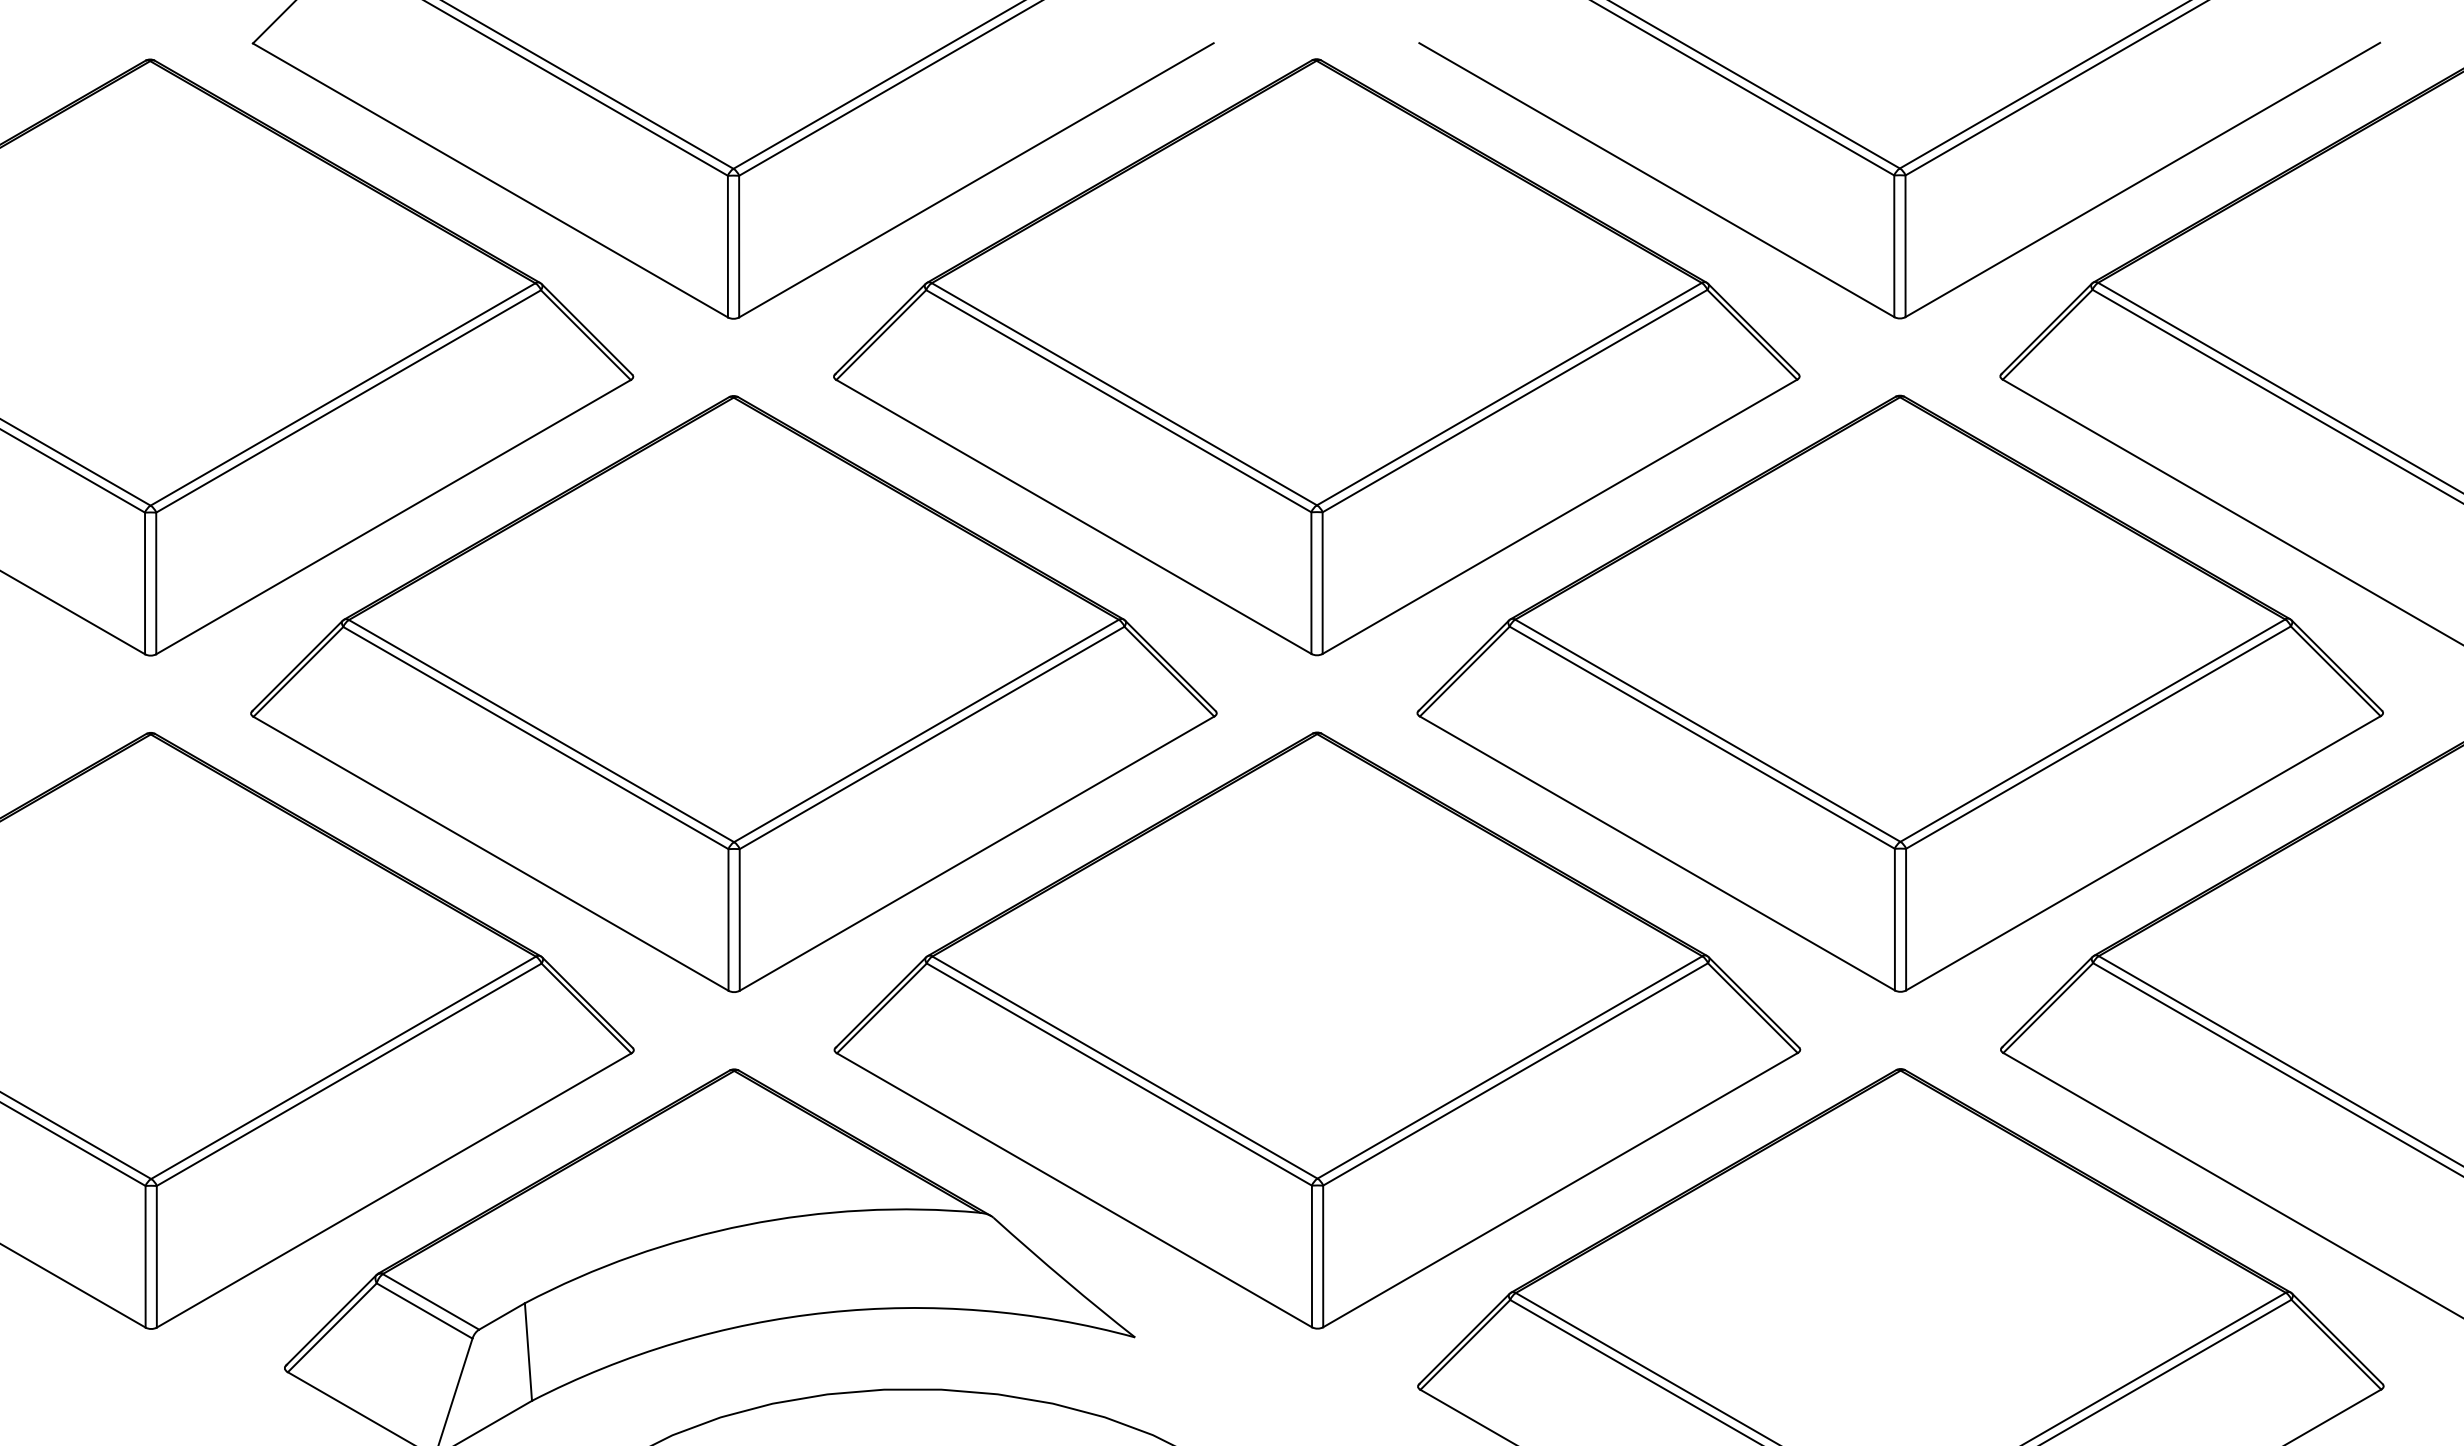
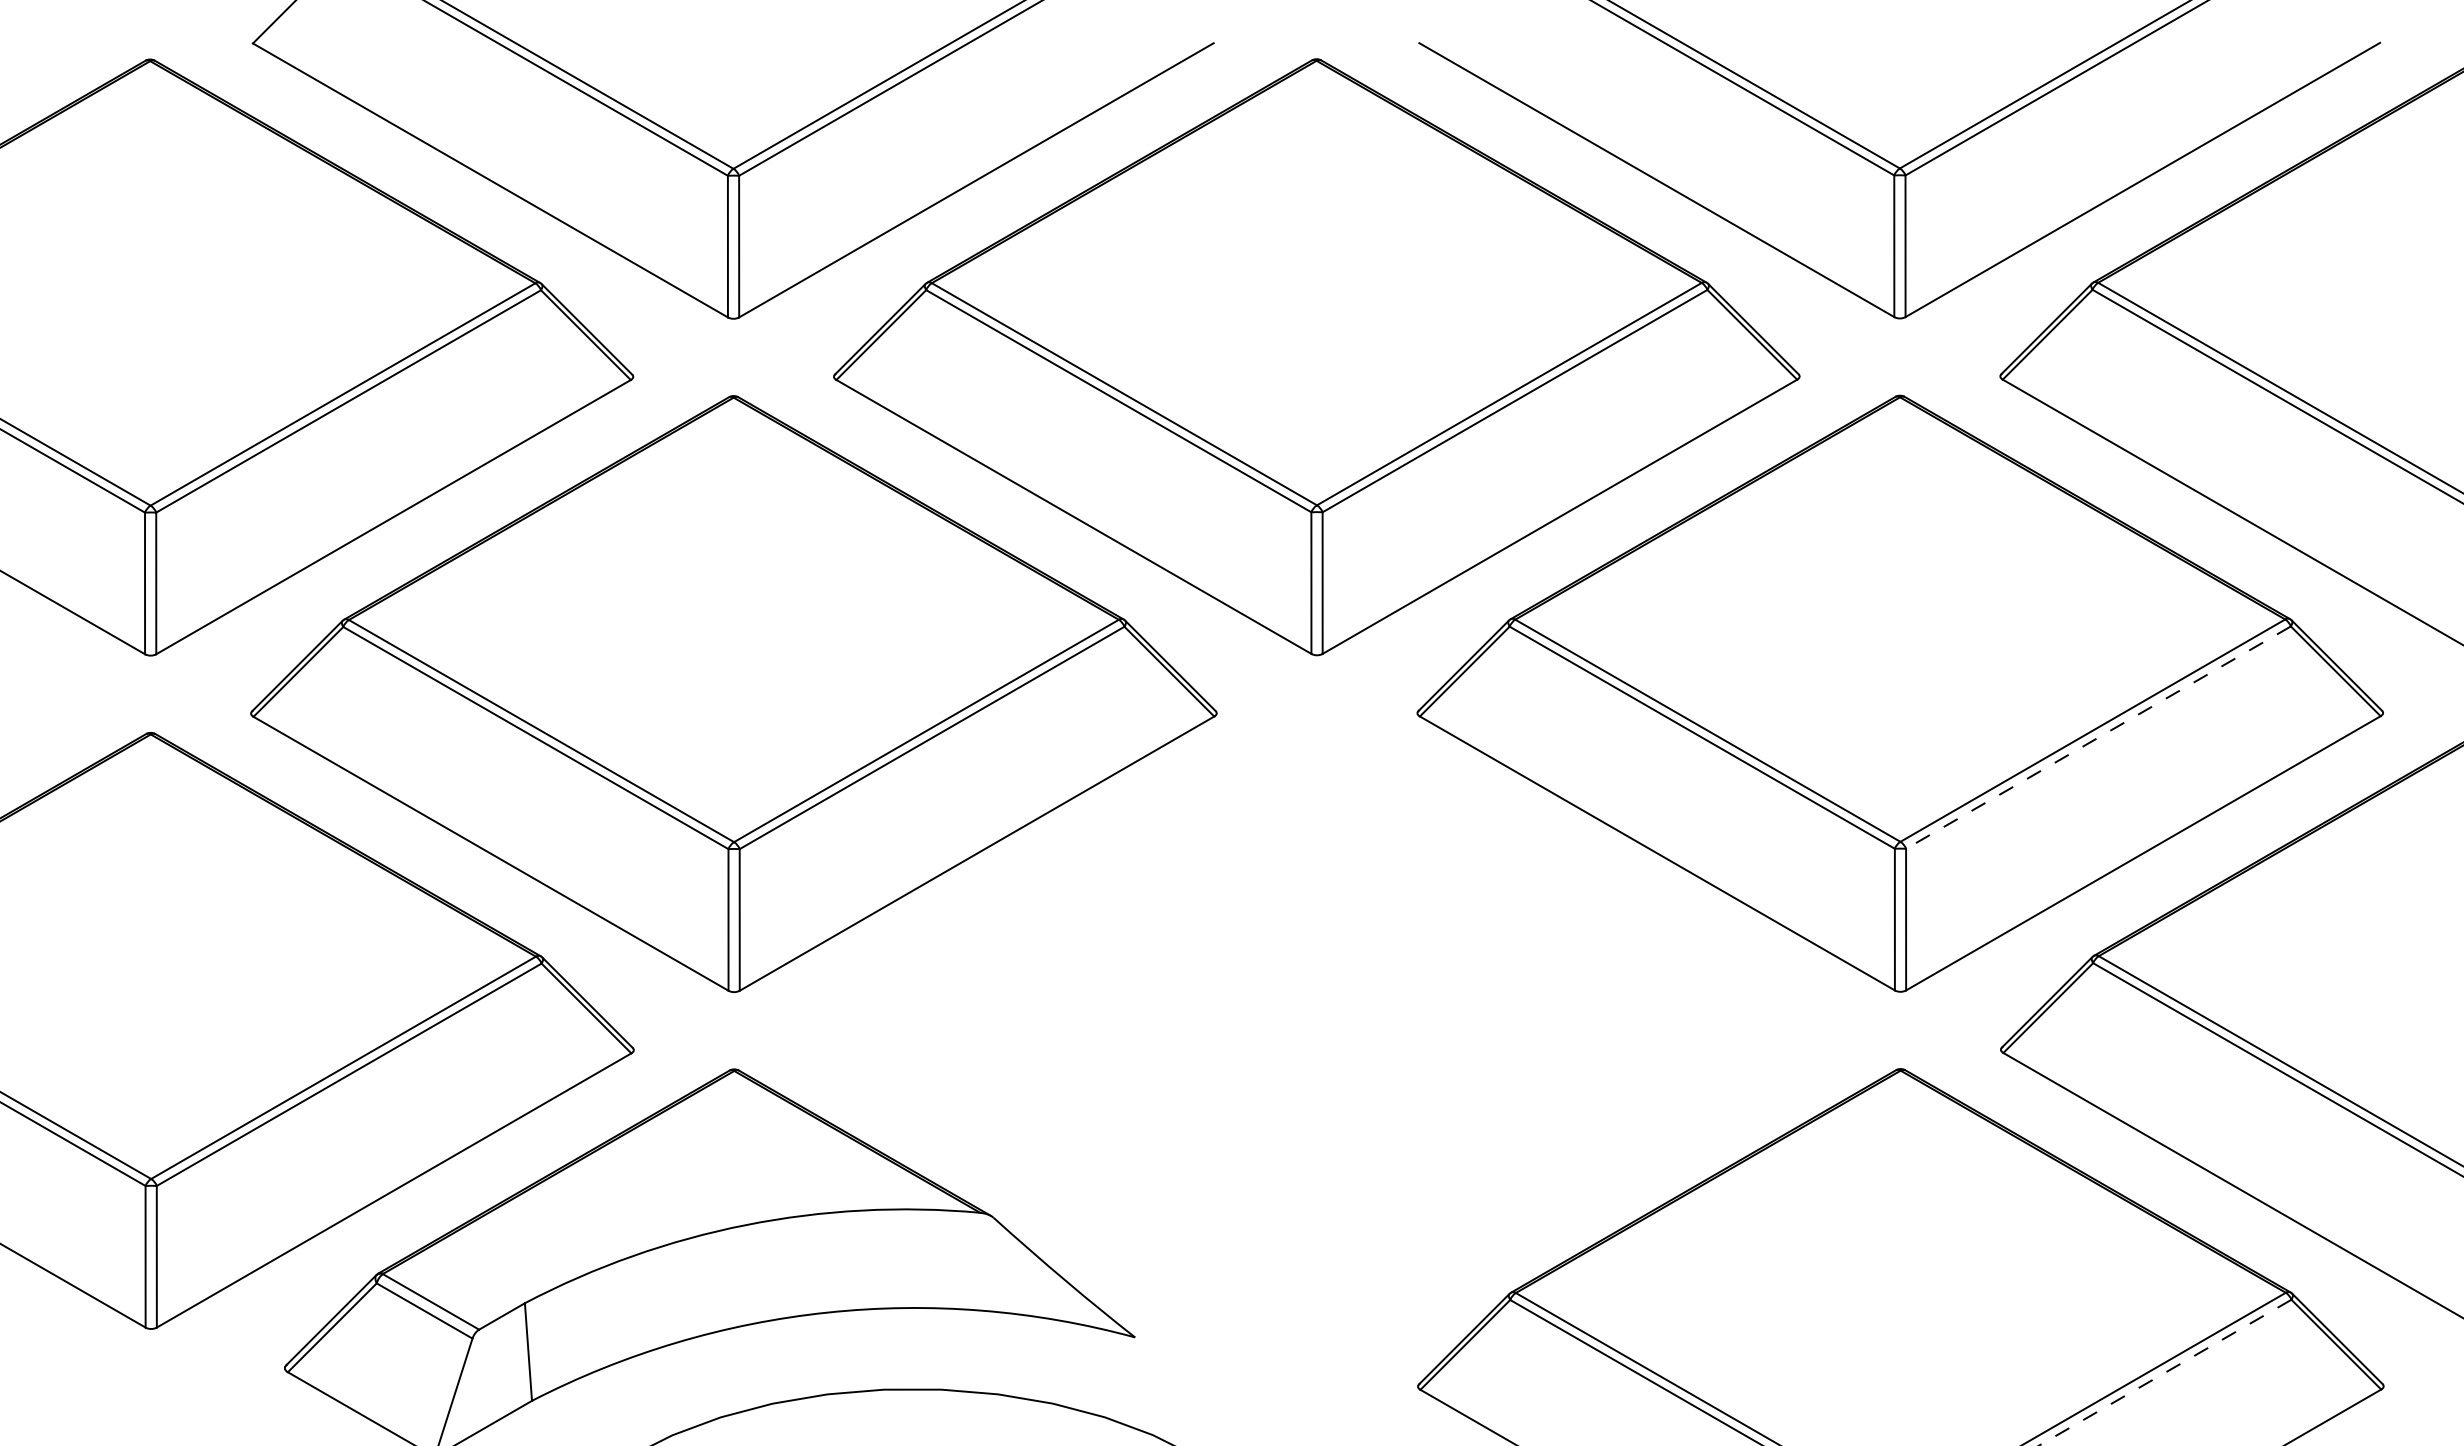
line at (2098, 737): solid -> dashed
part at (1317, 1030): present -> none
line at (2165, 1372): solid -> dashed
